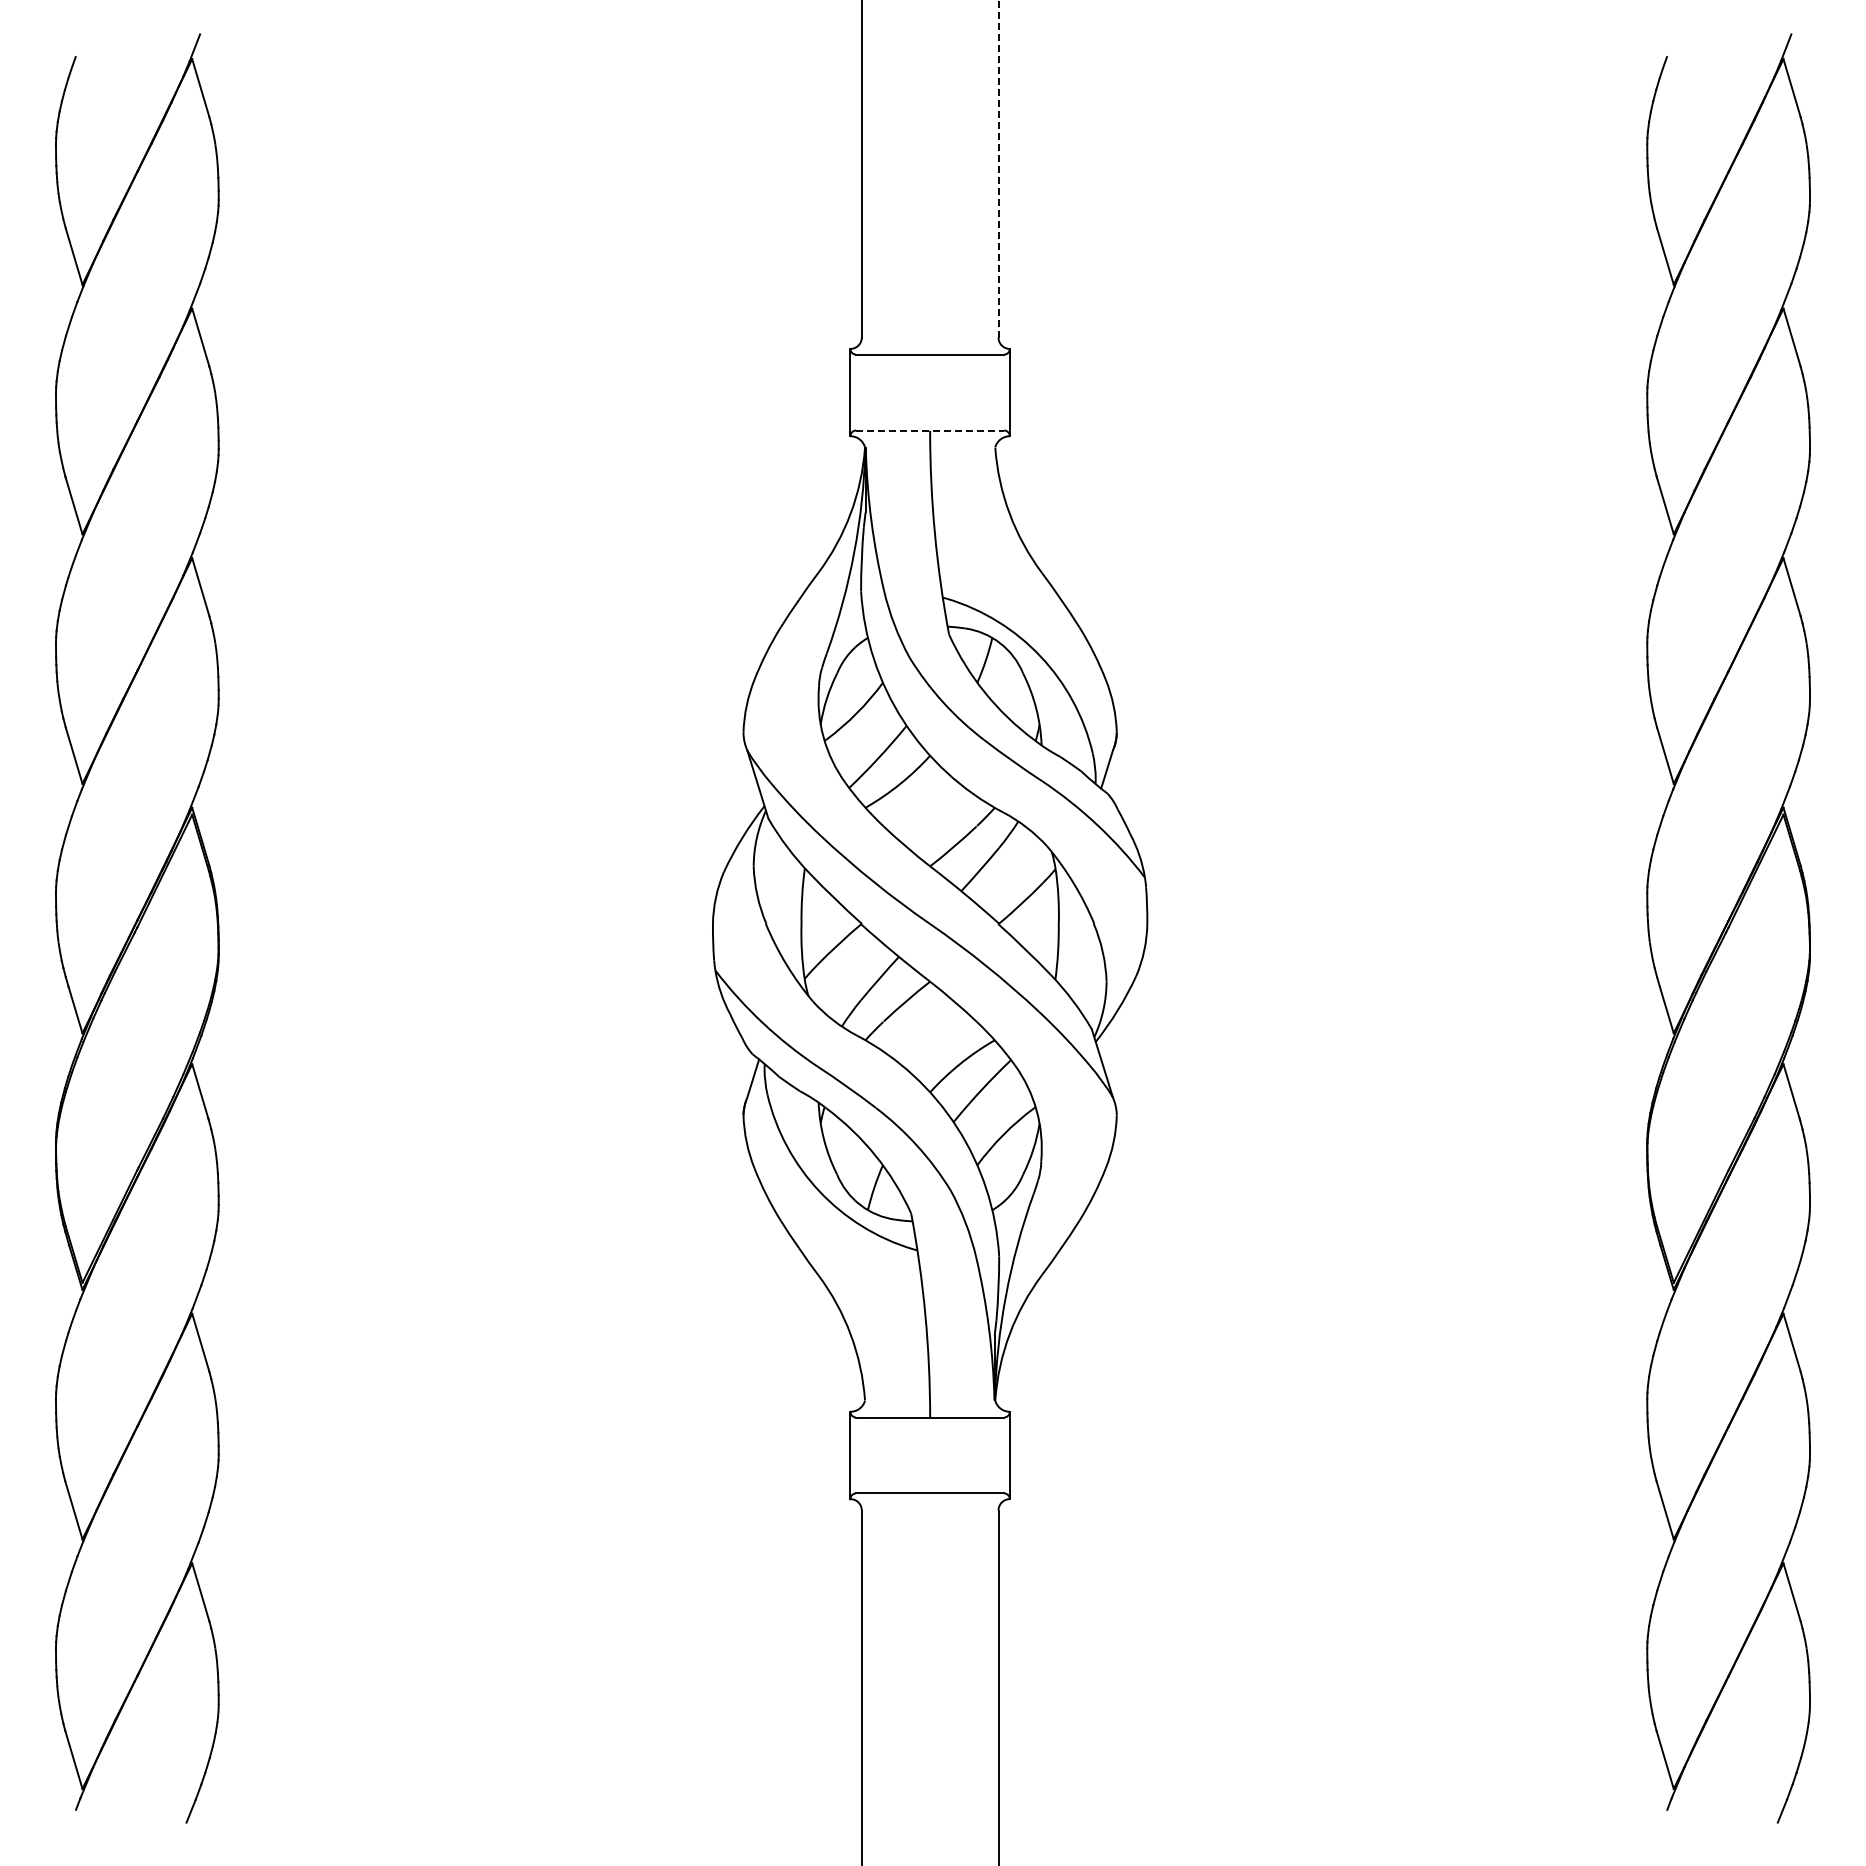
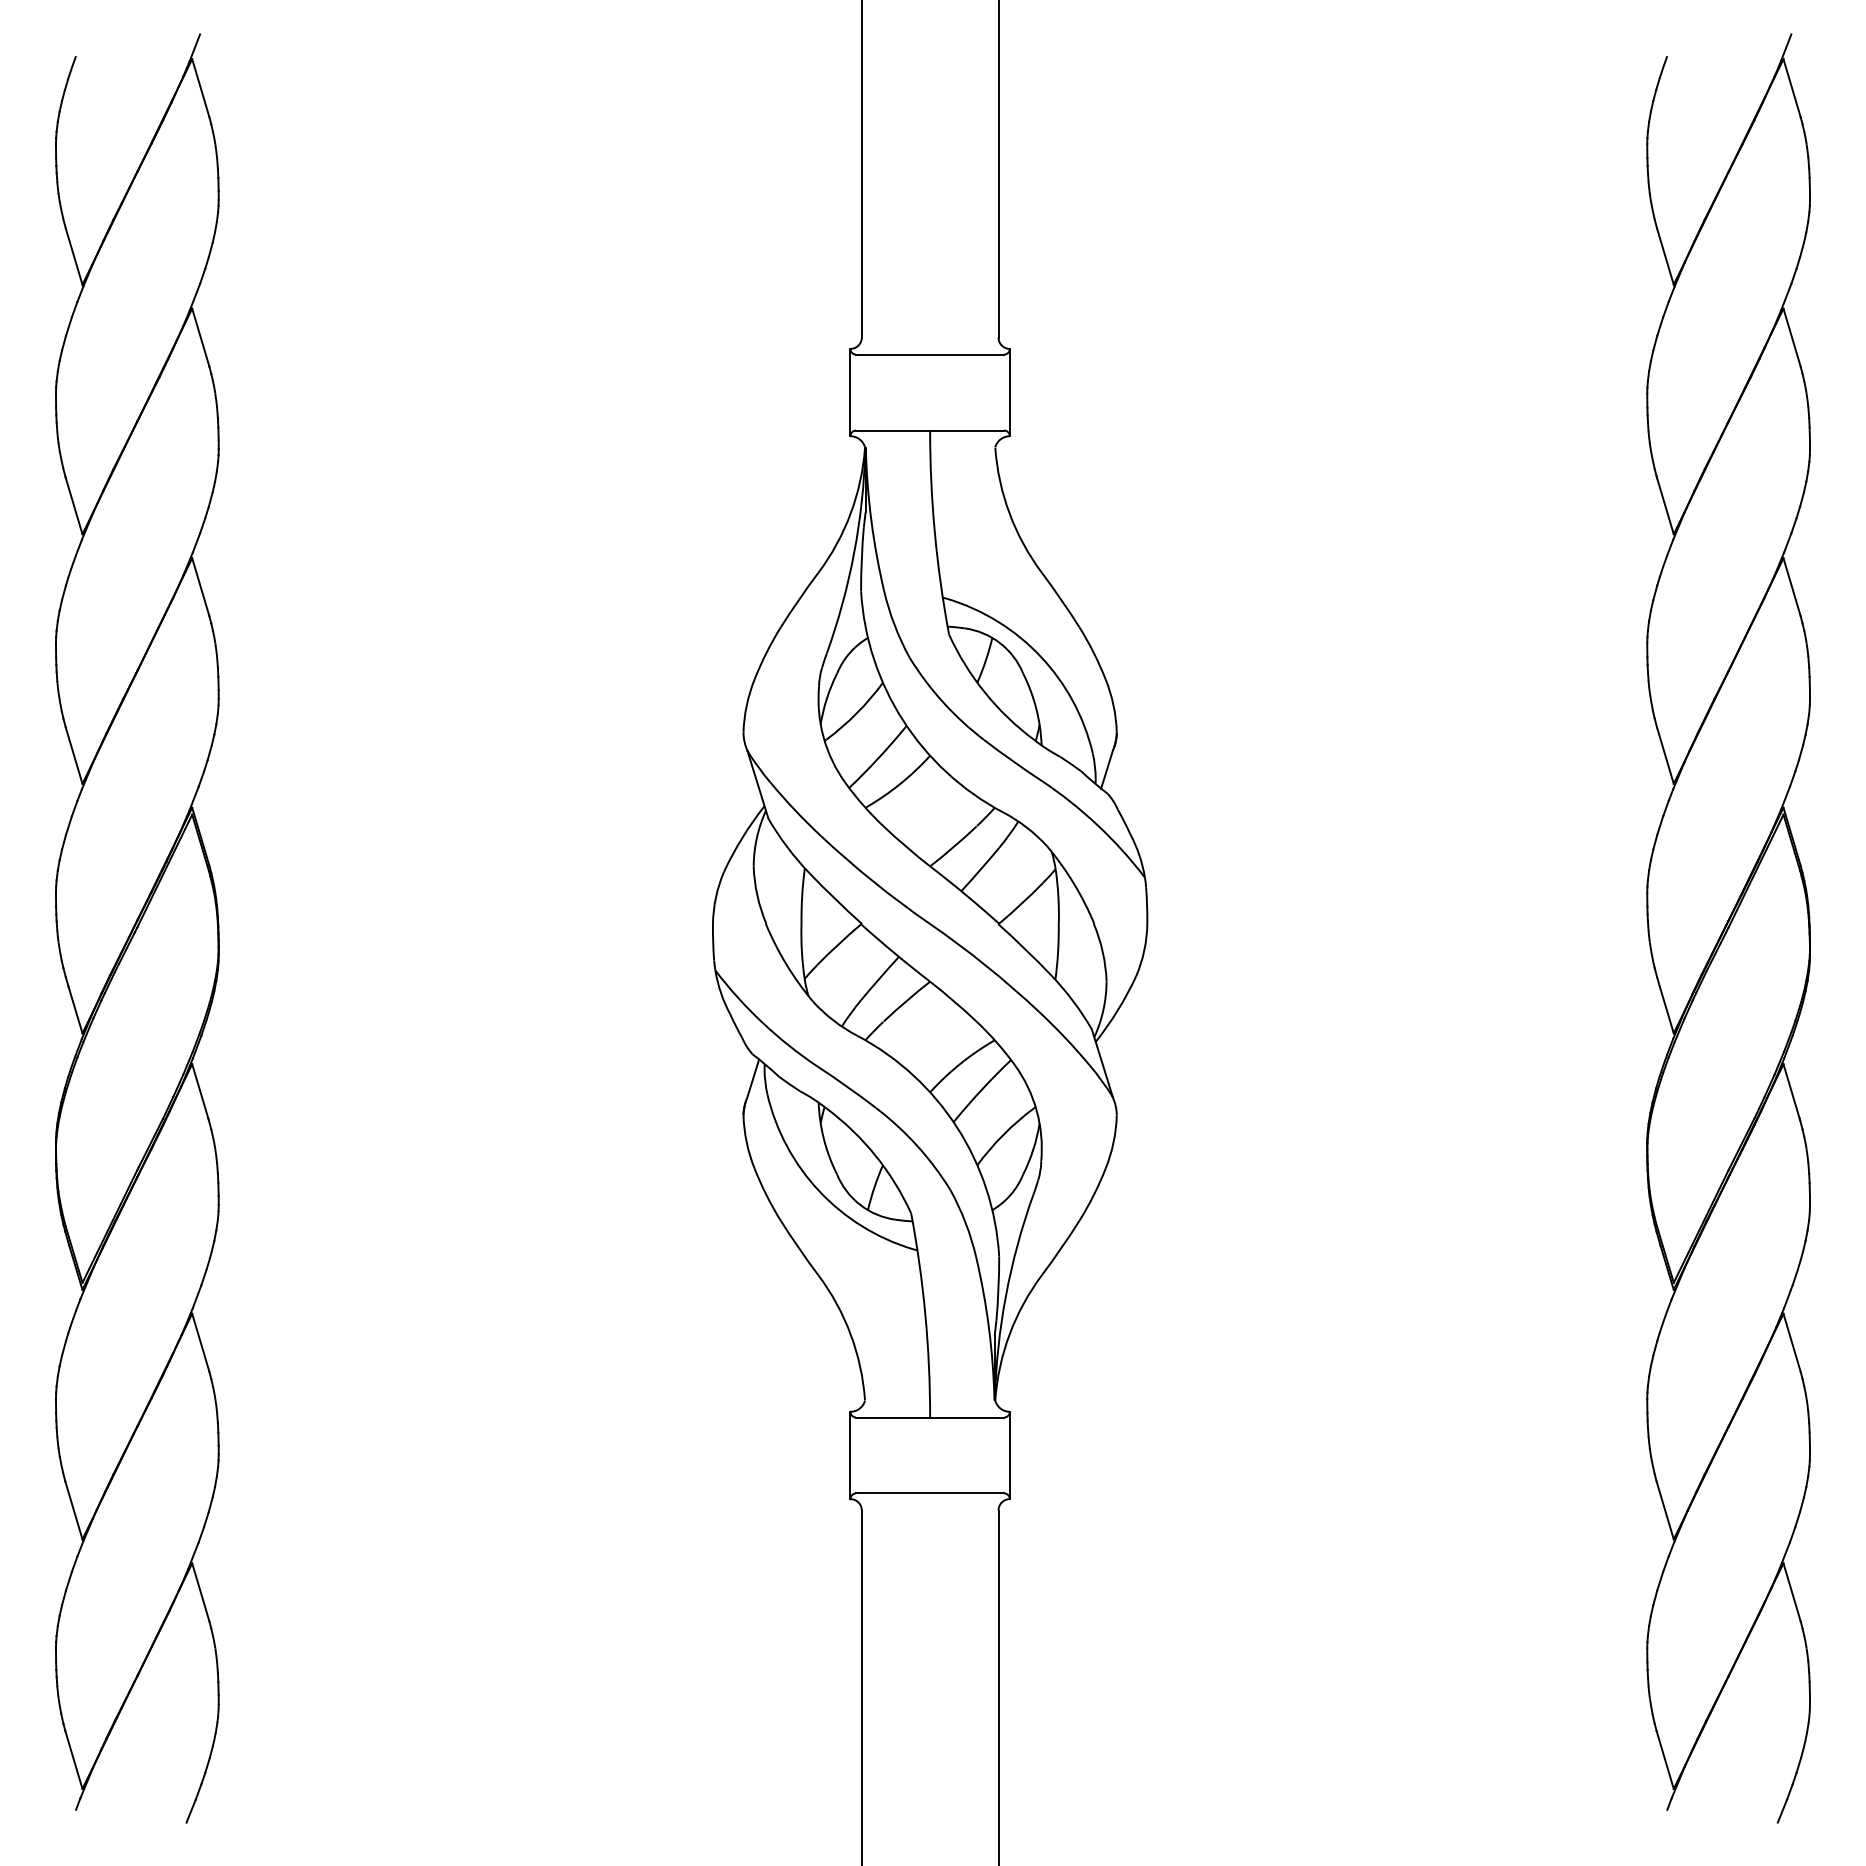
line at (998, 169): dashed -> solid
line at (930, 430): dashed -> solid
